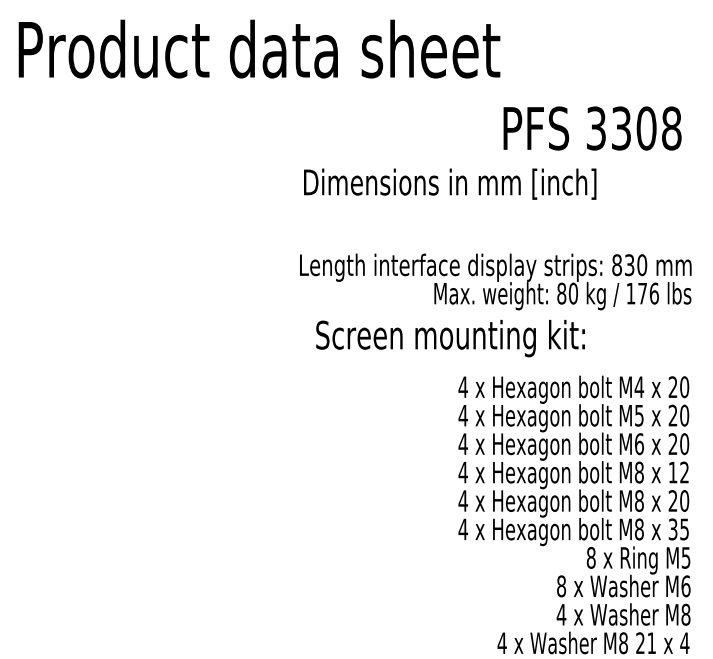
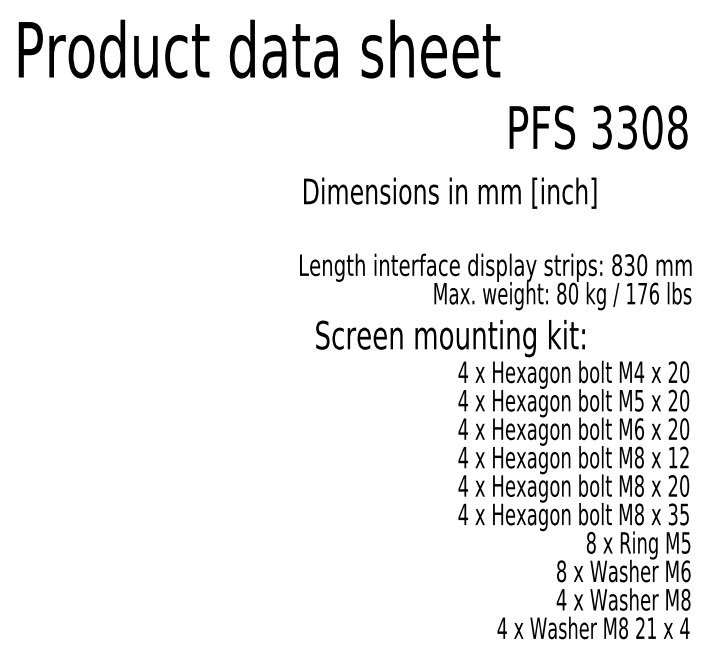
text at (592, 128) position: (592, 128) -> (598, 127)
text at (450, 183) position: (450, 183) -> (450, 192)
text at (574, 514) position: (574, 514) -> (574, 499)
